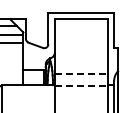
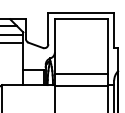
line at (81, 73): dashed -> solid
line at (81, 86): dashed -> solid
